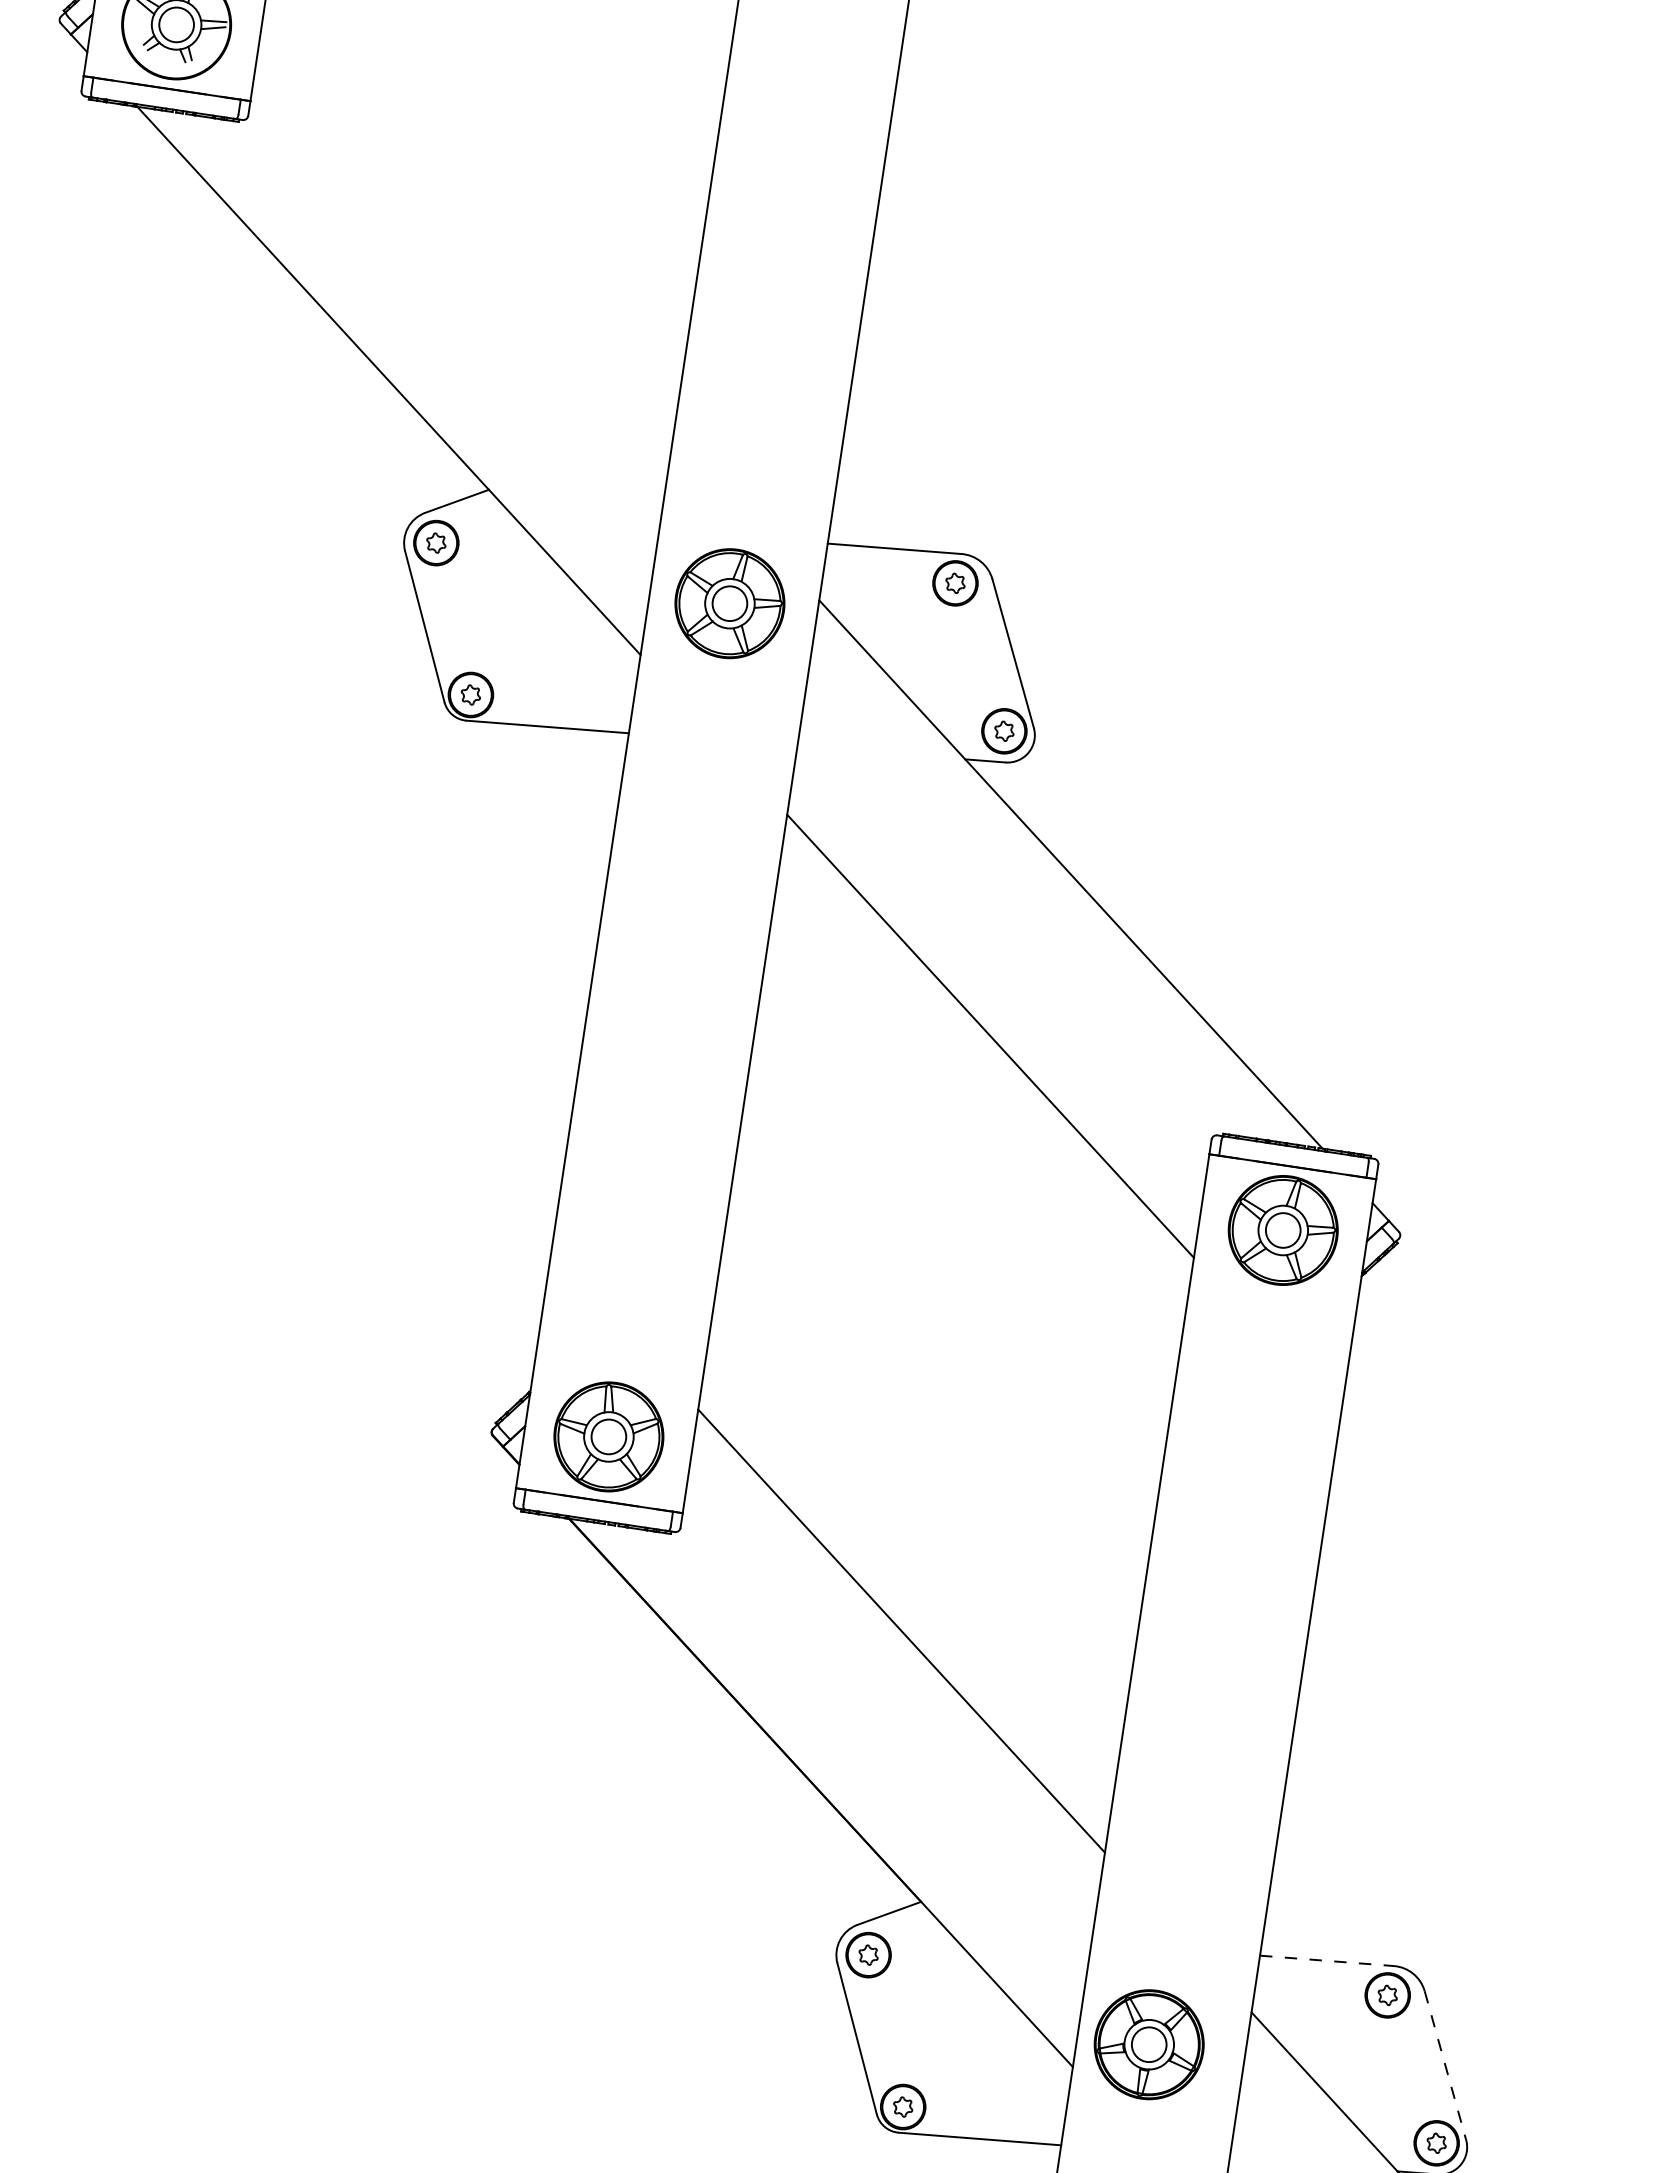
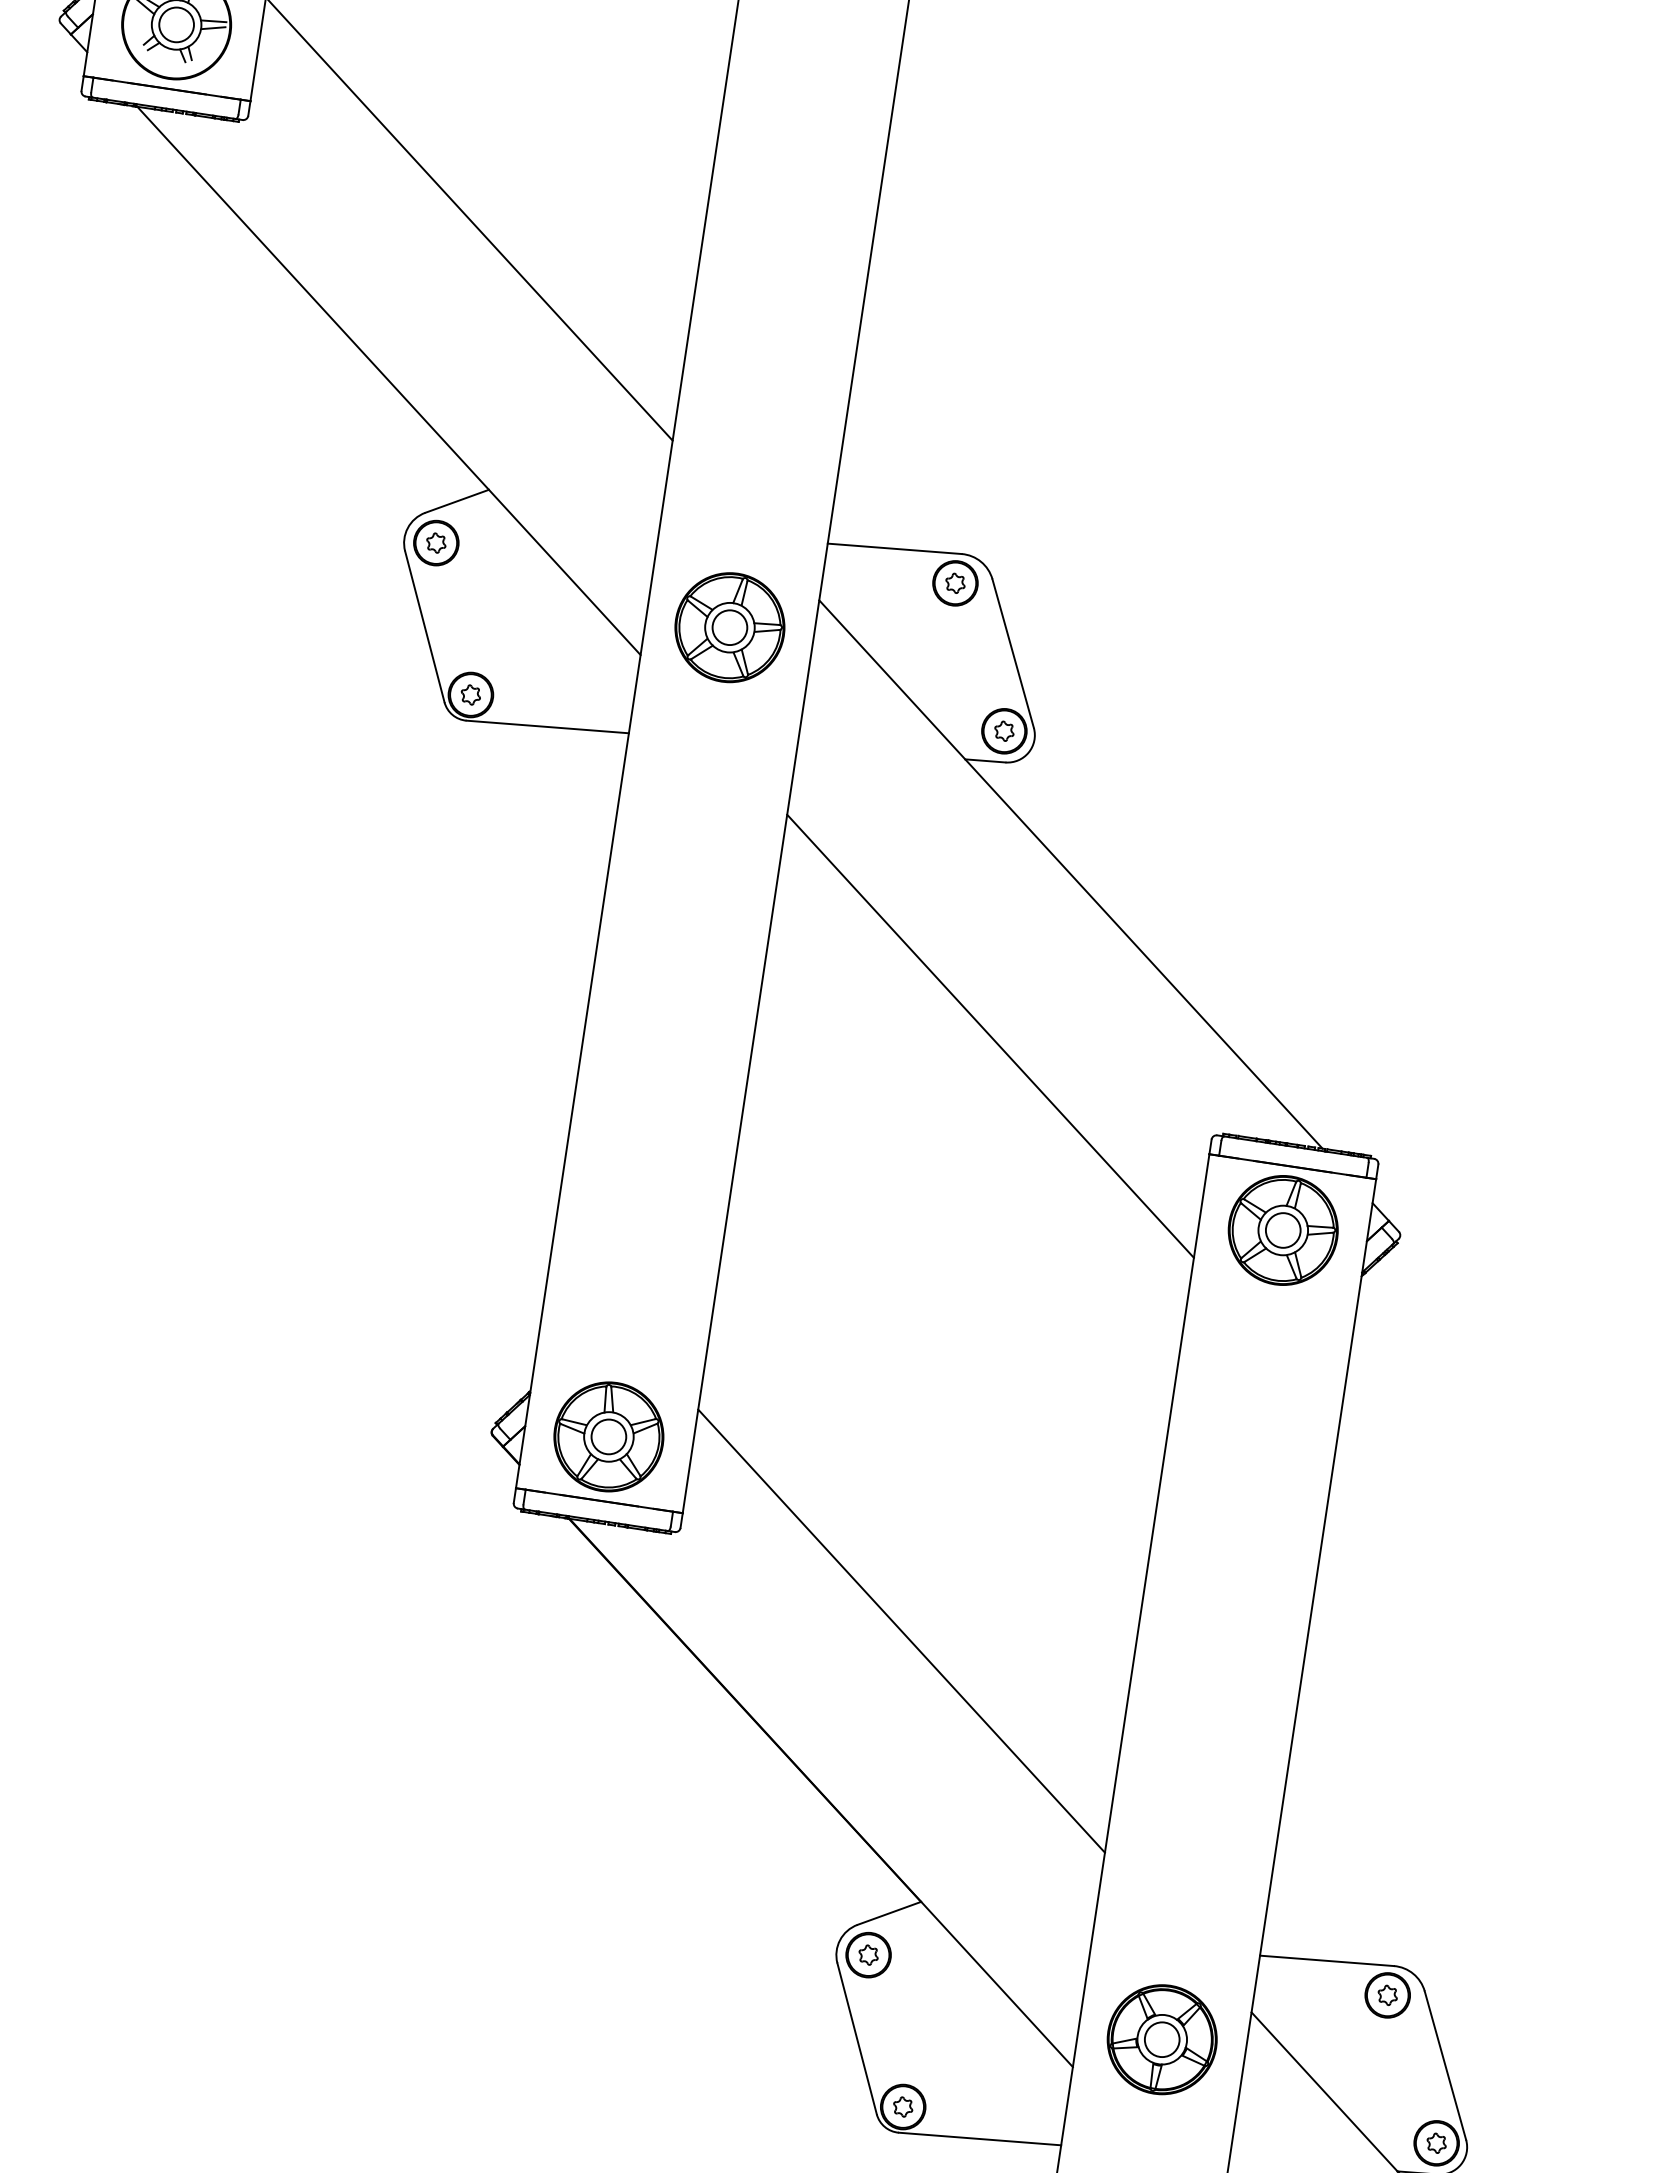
line at (471, 221): none -> present
part at (729, 603) position: (729, 603) -> (729, 627)
line at (1327, 1960): dashed -> solid
part at (1148, 2044) position: (1148, 2044) -> (1161, 2039)
line at (1445, 2066): dashed -> solid
